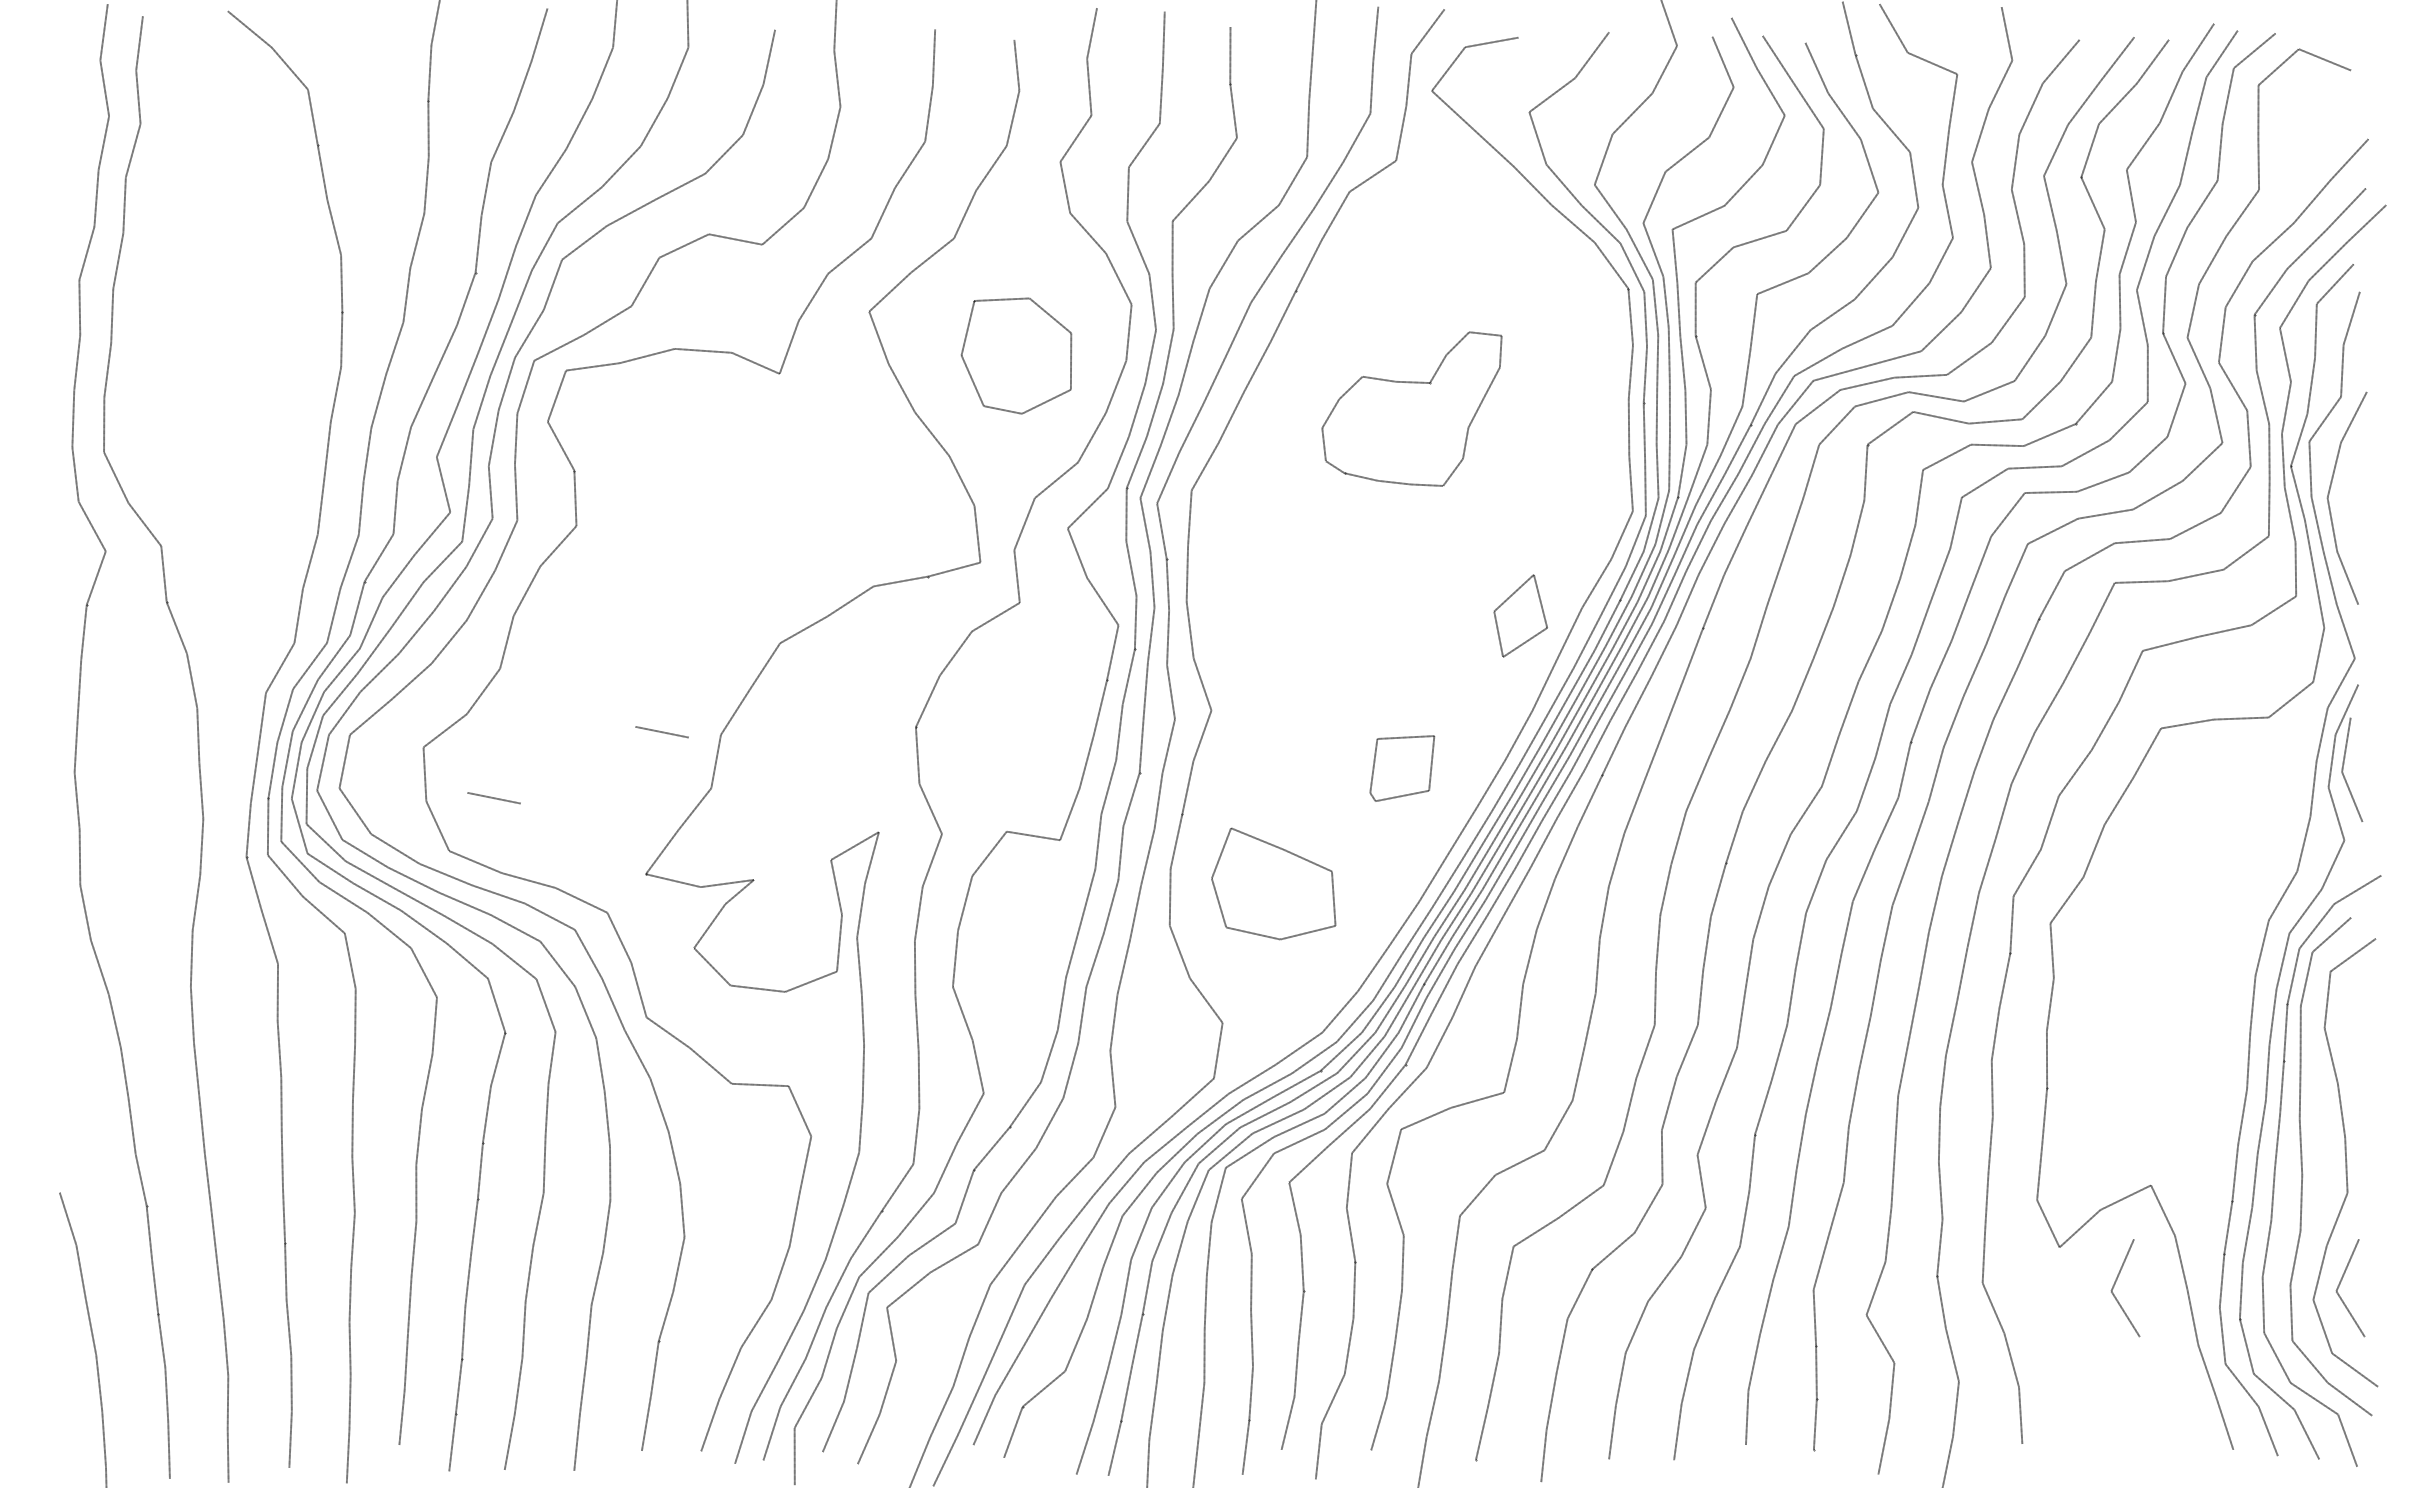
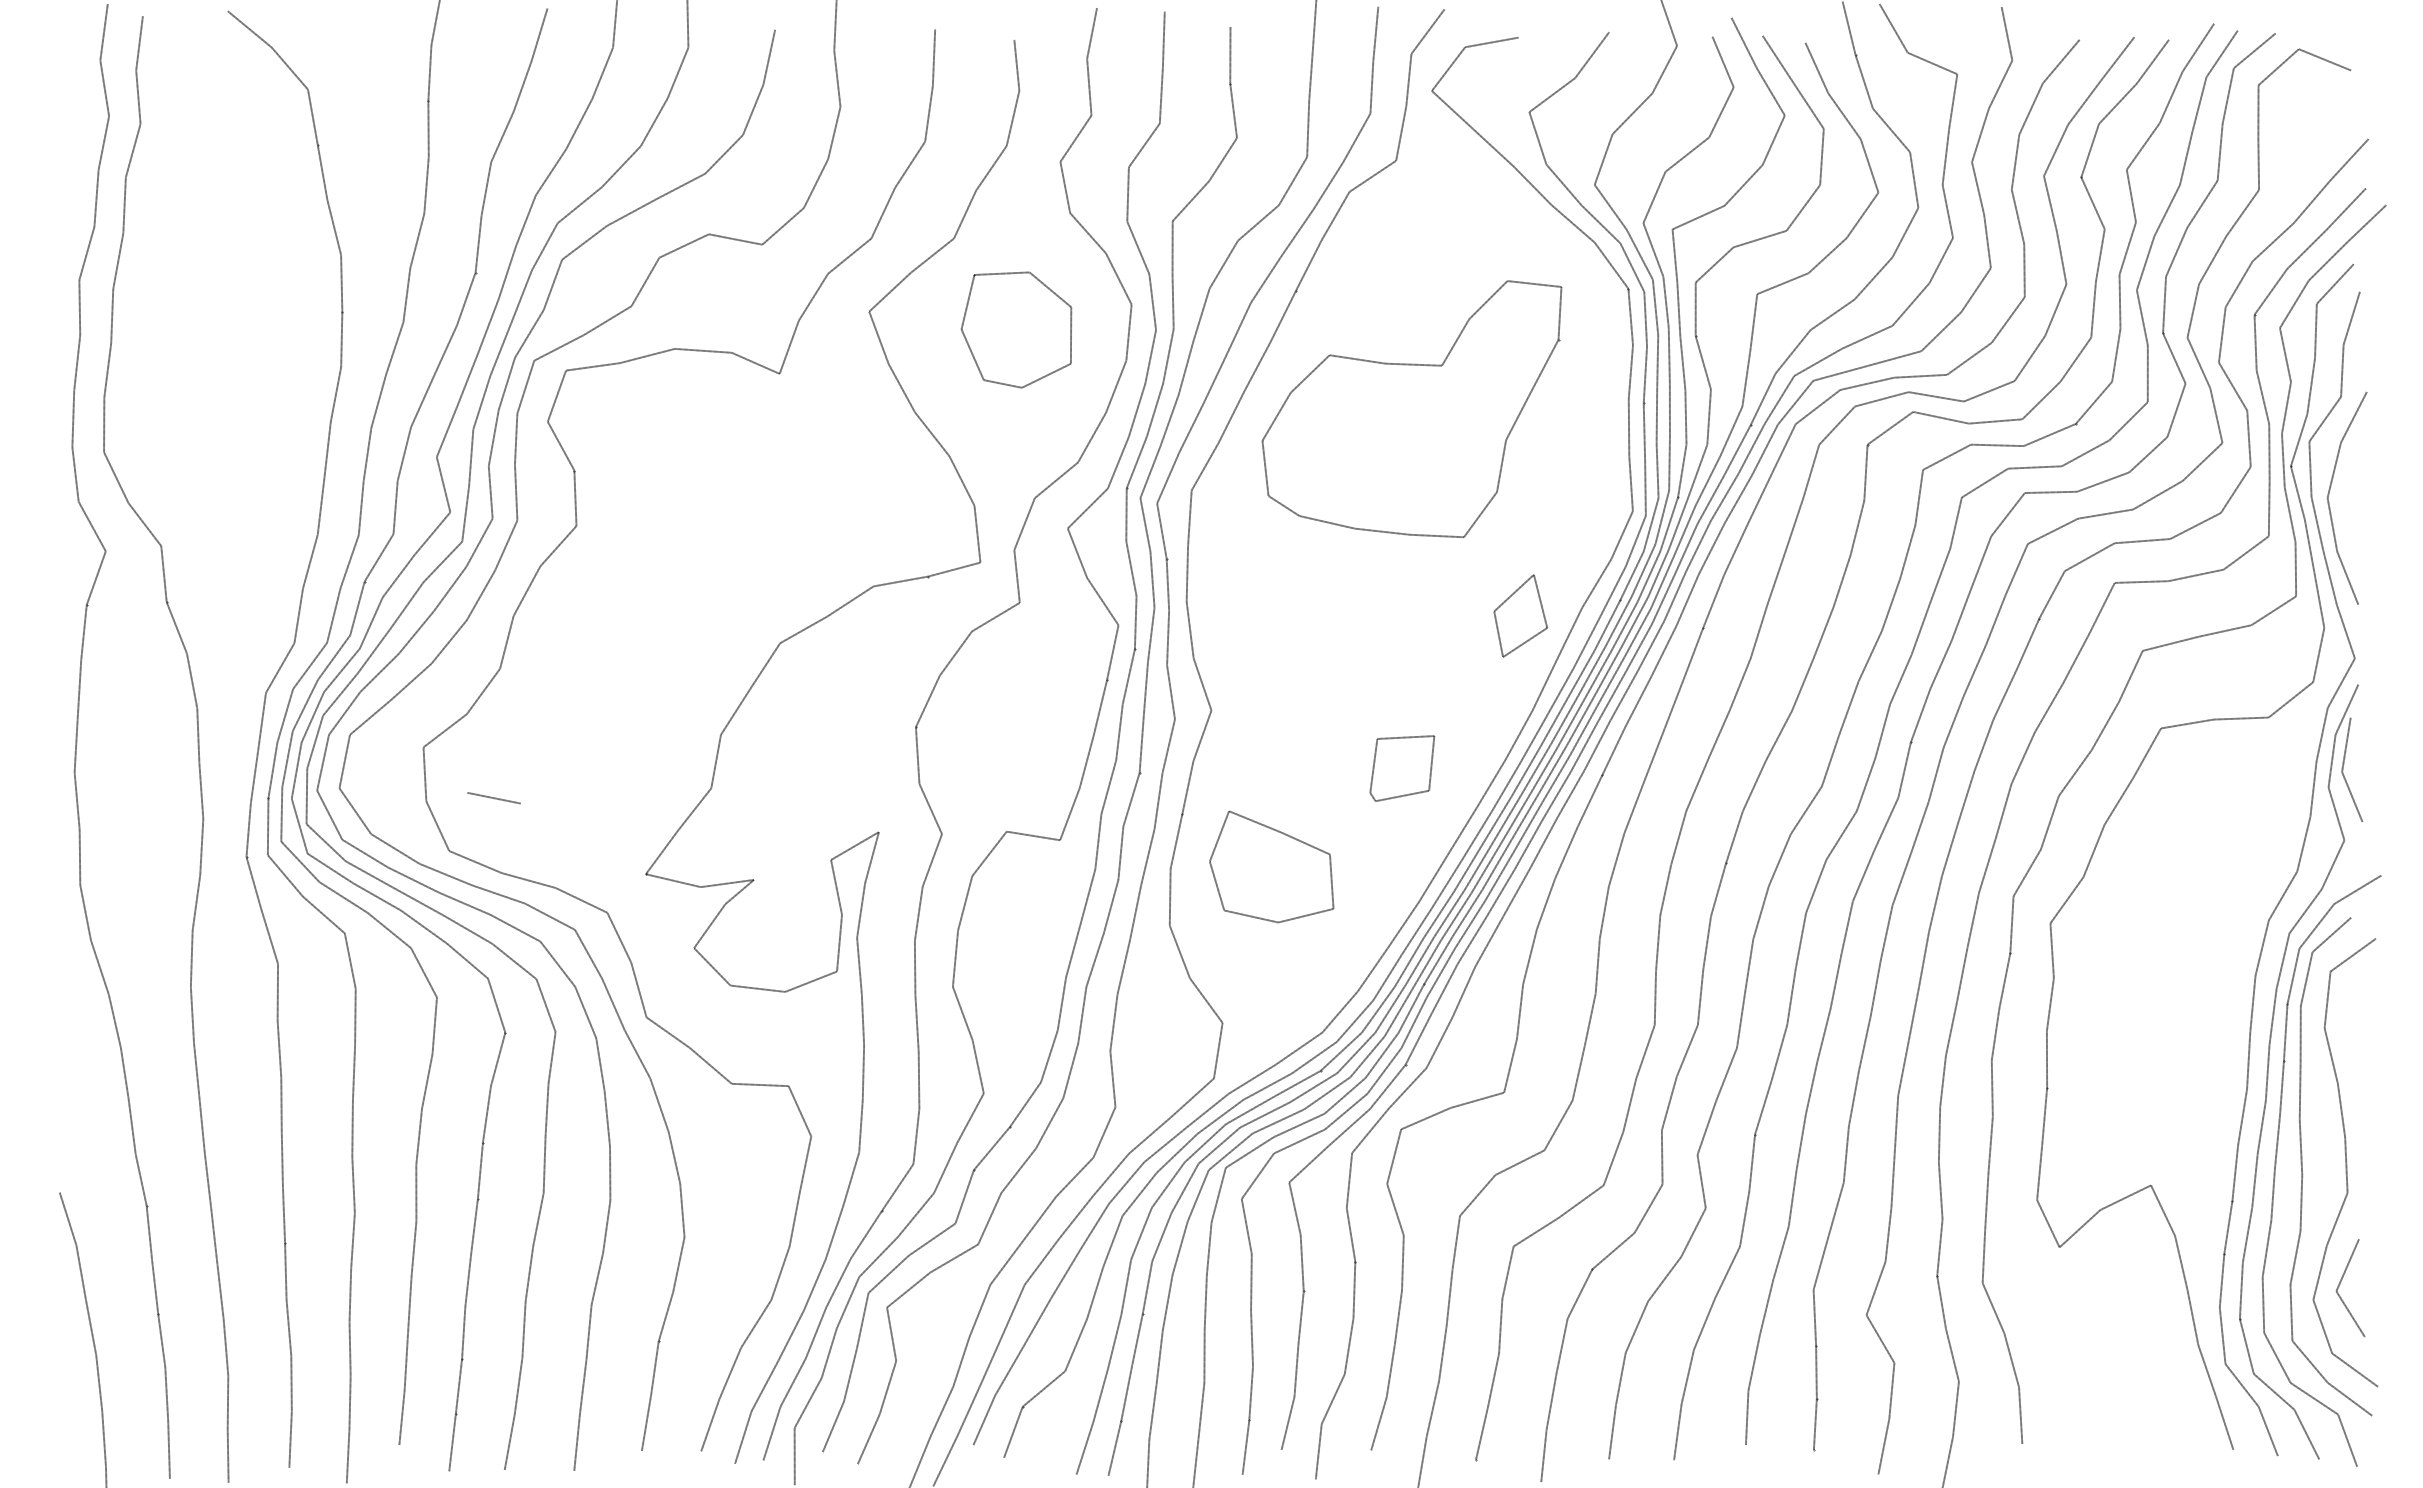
part at (1016, 355) position: (1016, 355) -> (1016, 329)
part at (1411, 408) size: 182x156 px -> 302x258 px
line at (661, 732): present -> none
part at (1273, 883) position: (1273, 883) -> (1271, 866)
line at (2115, 1284): present -> none
